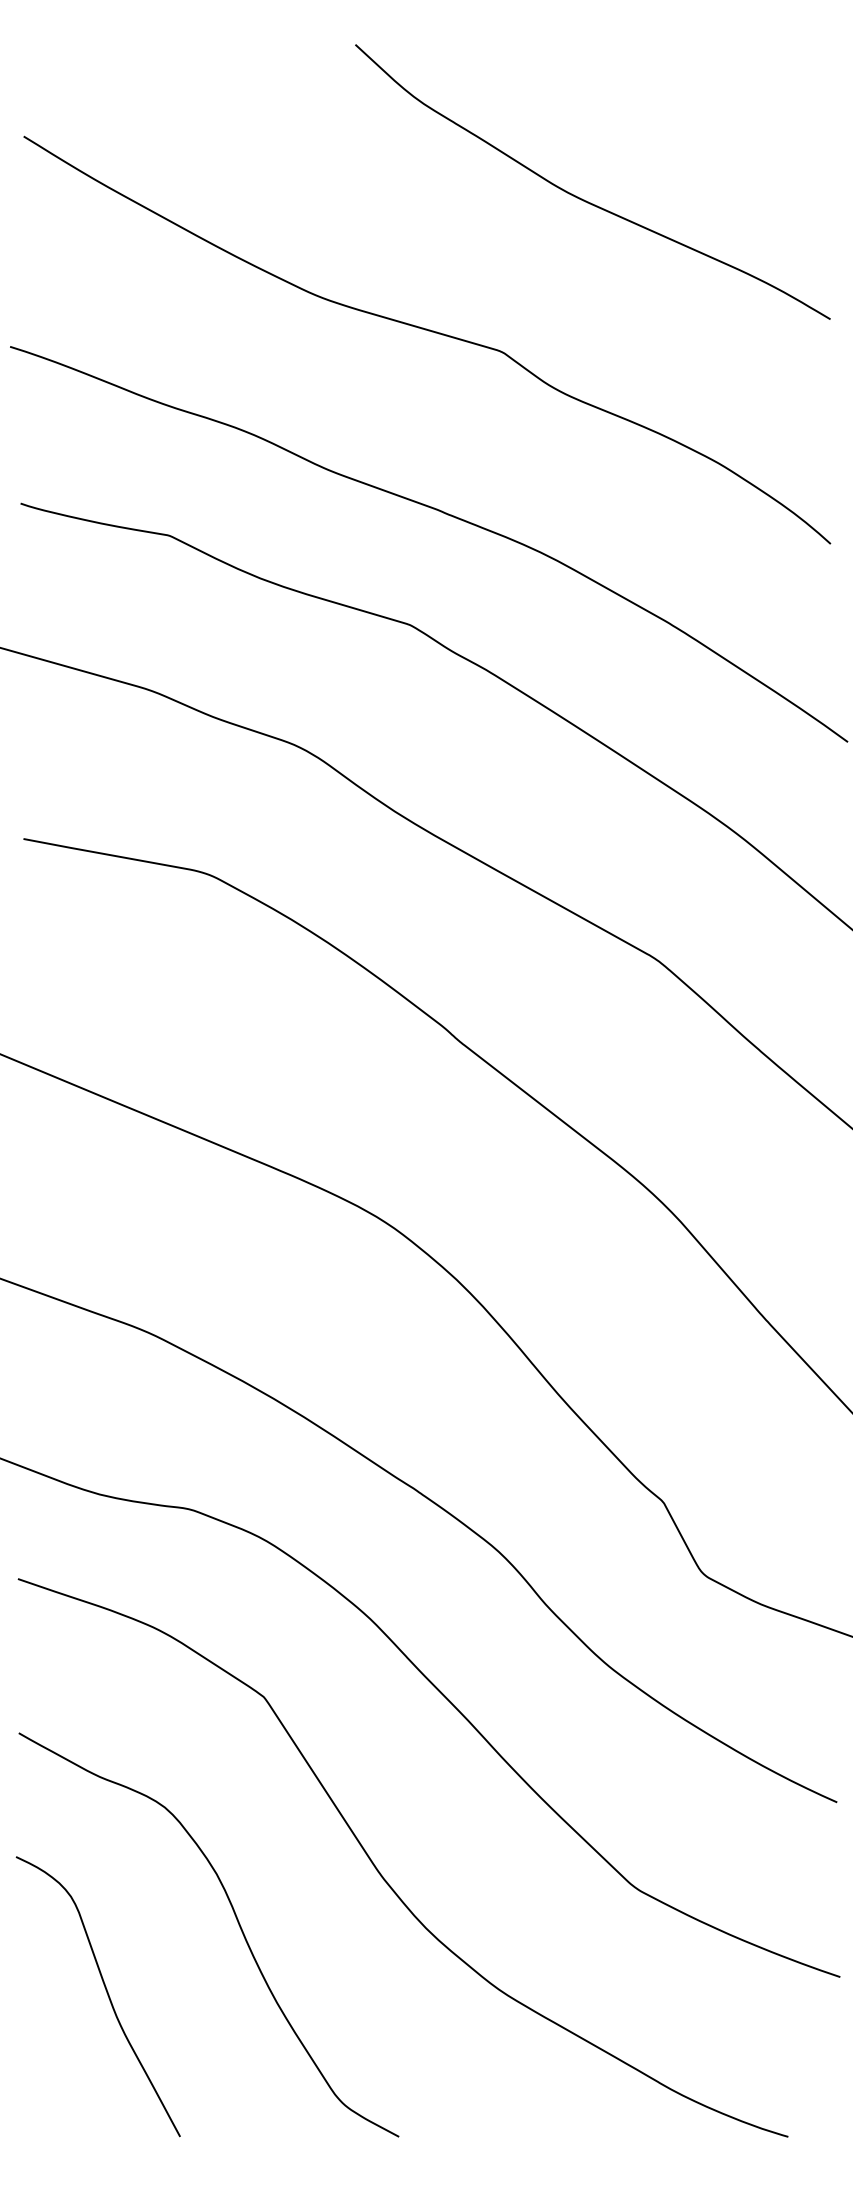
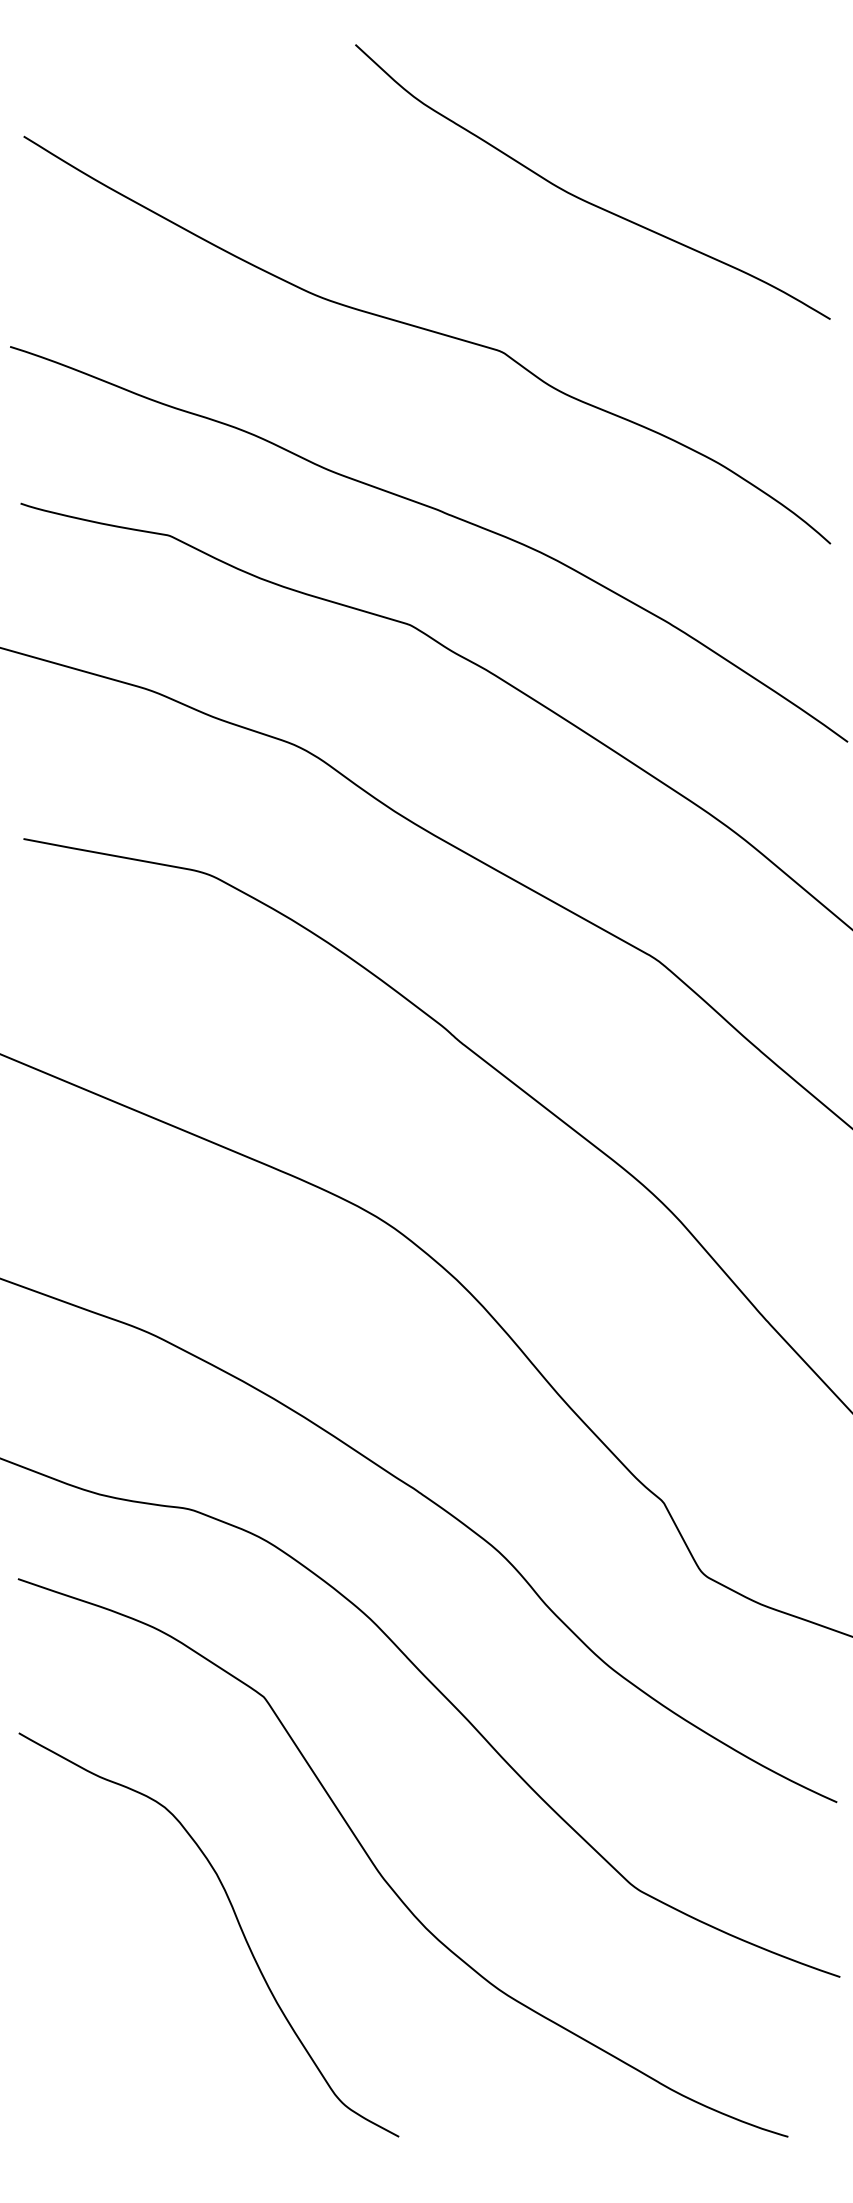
curve at (106, 1993): present -> none
